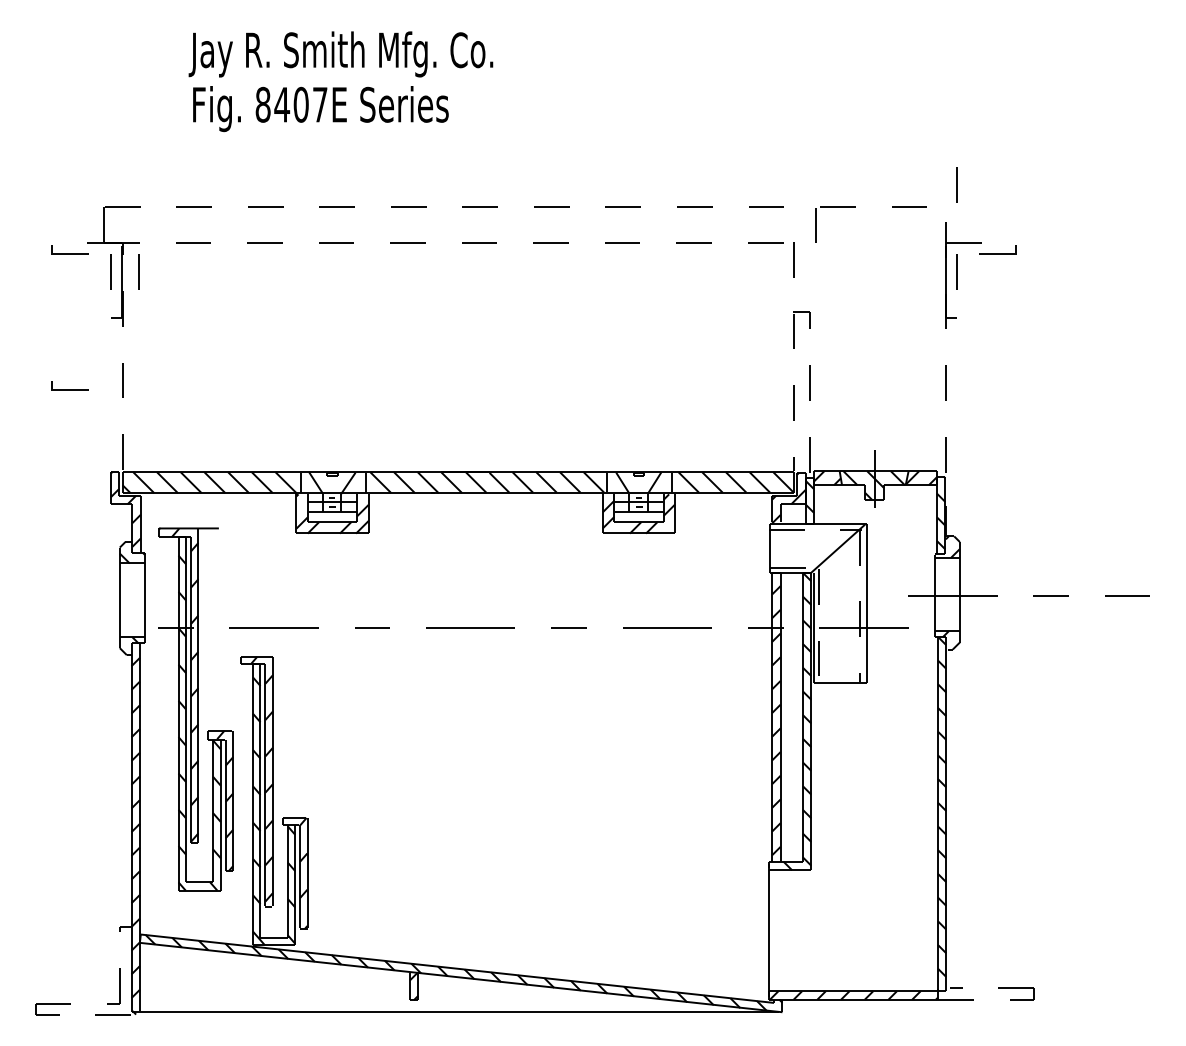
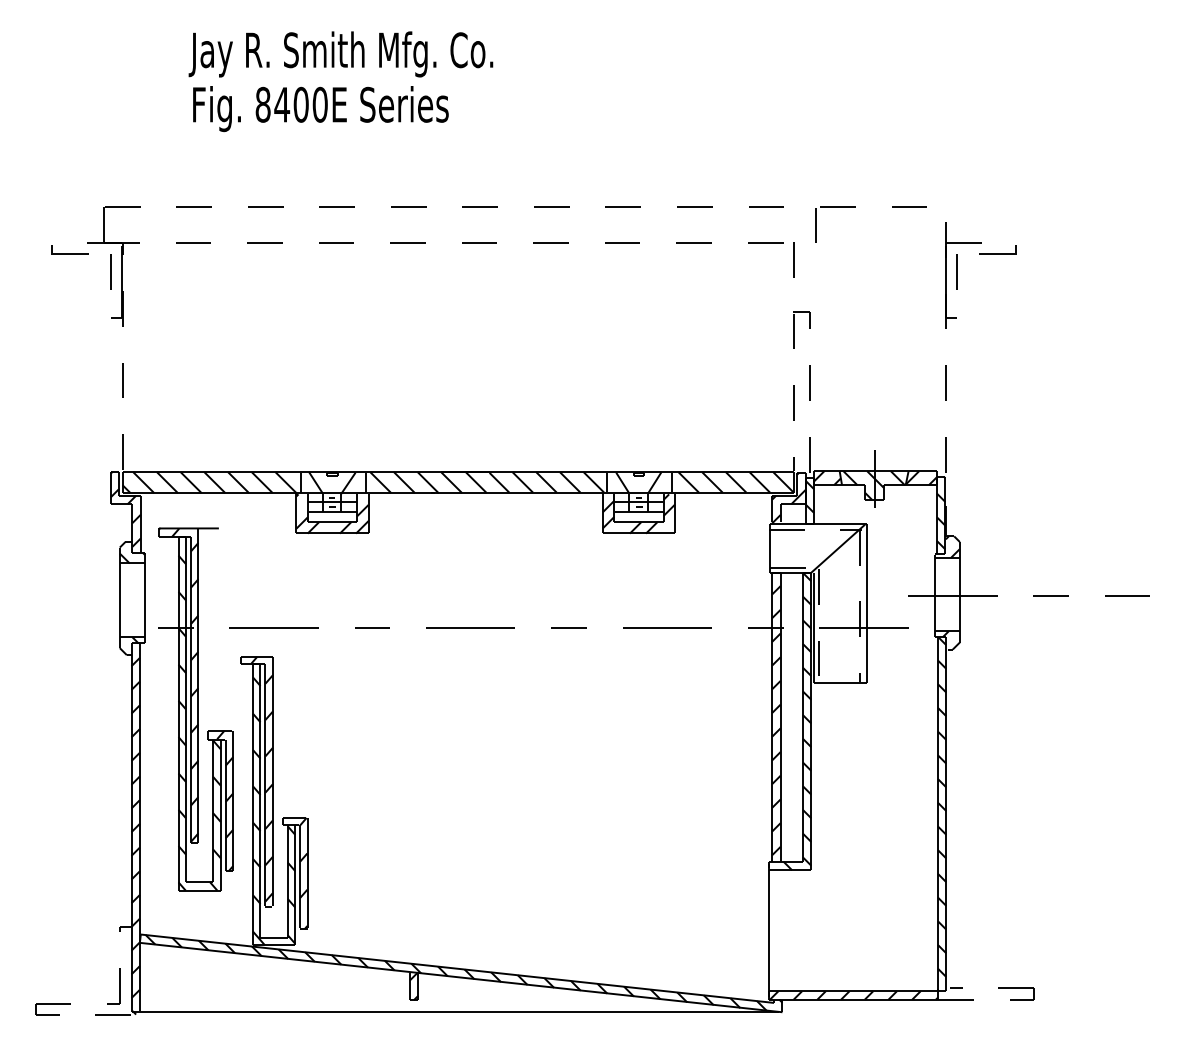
text at (319, 104): 8407E -> 8400E
line at (956, 184): present -> none
line at (138, 271): present -> none
part at (69, 385): present -> none
